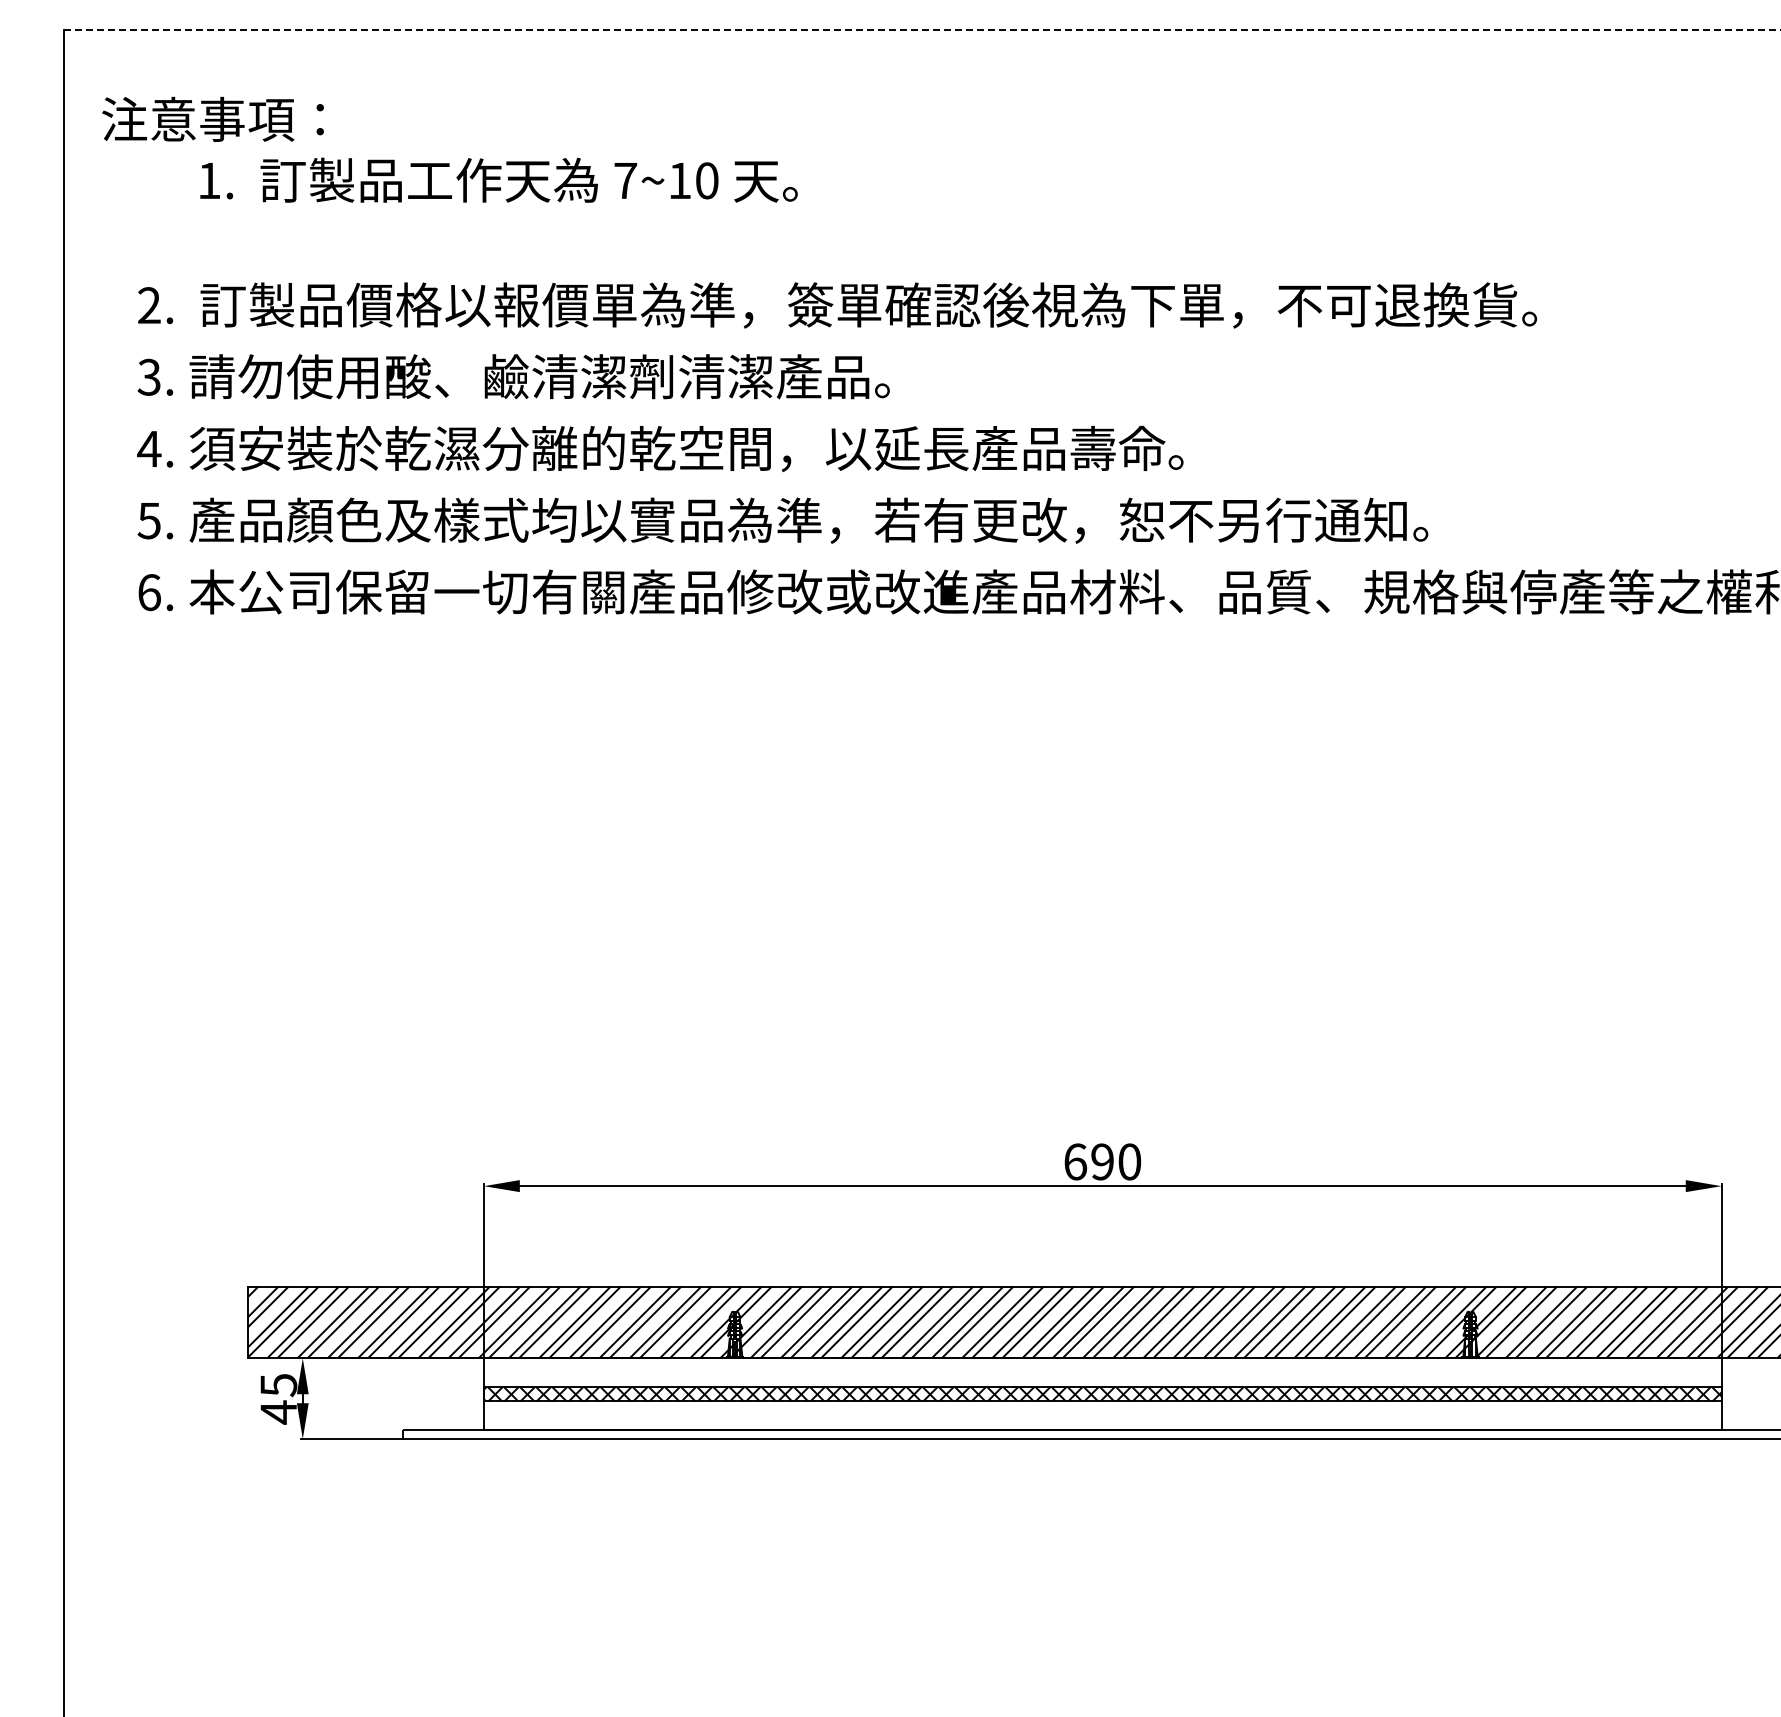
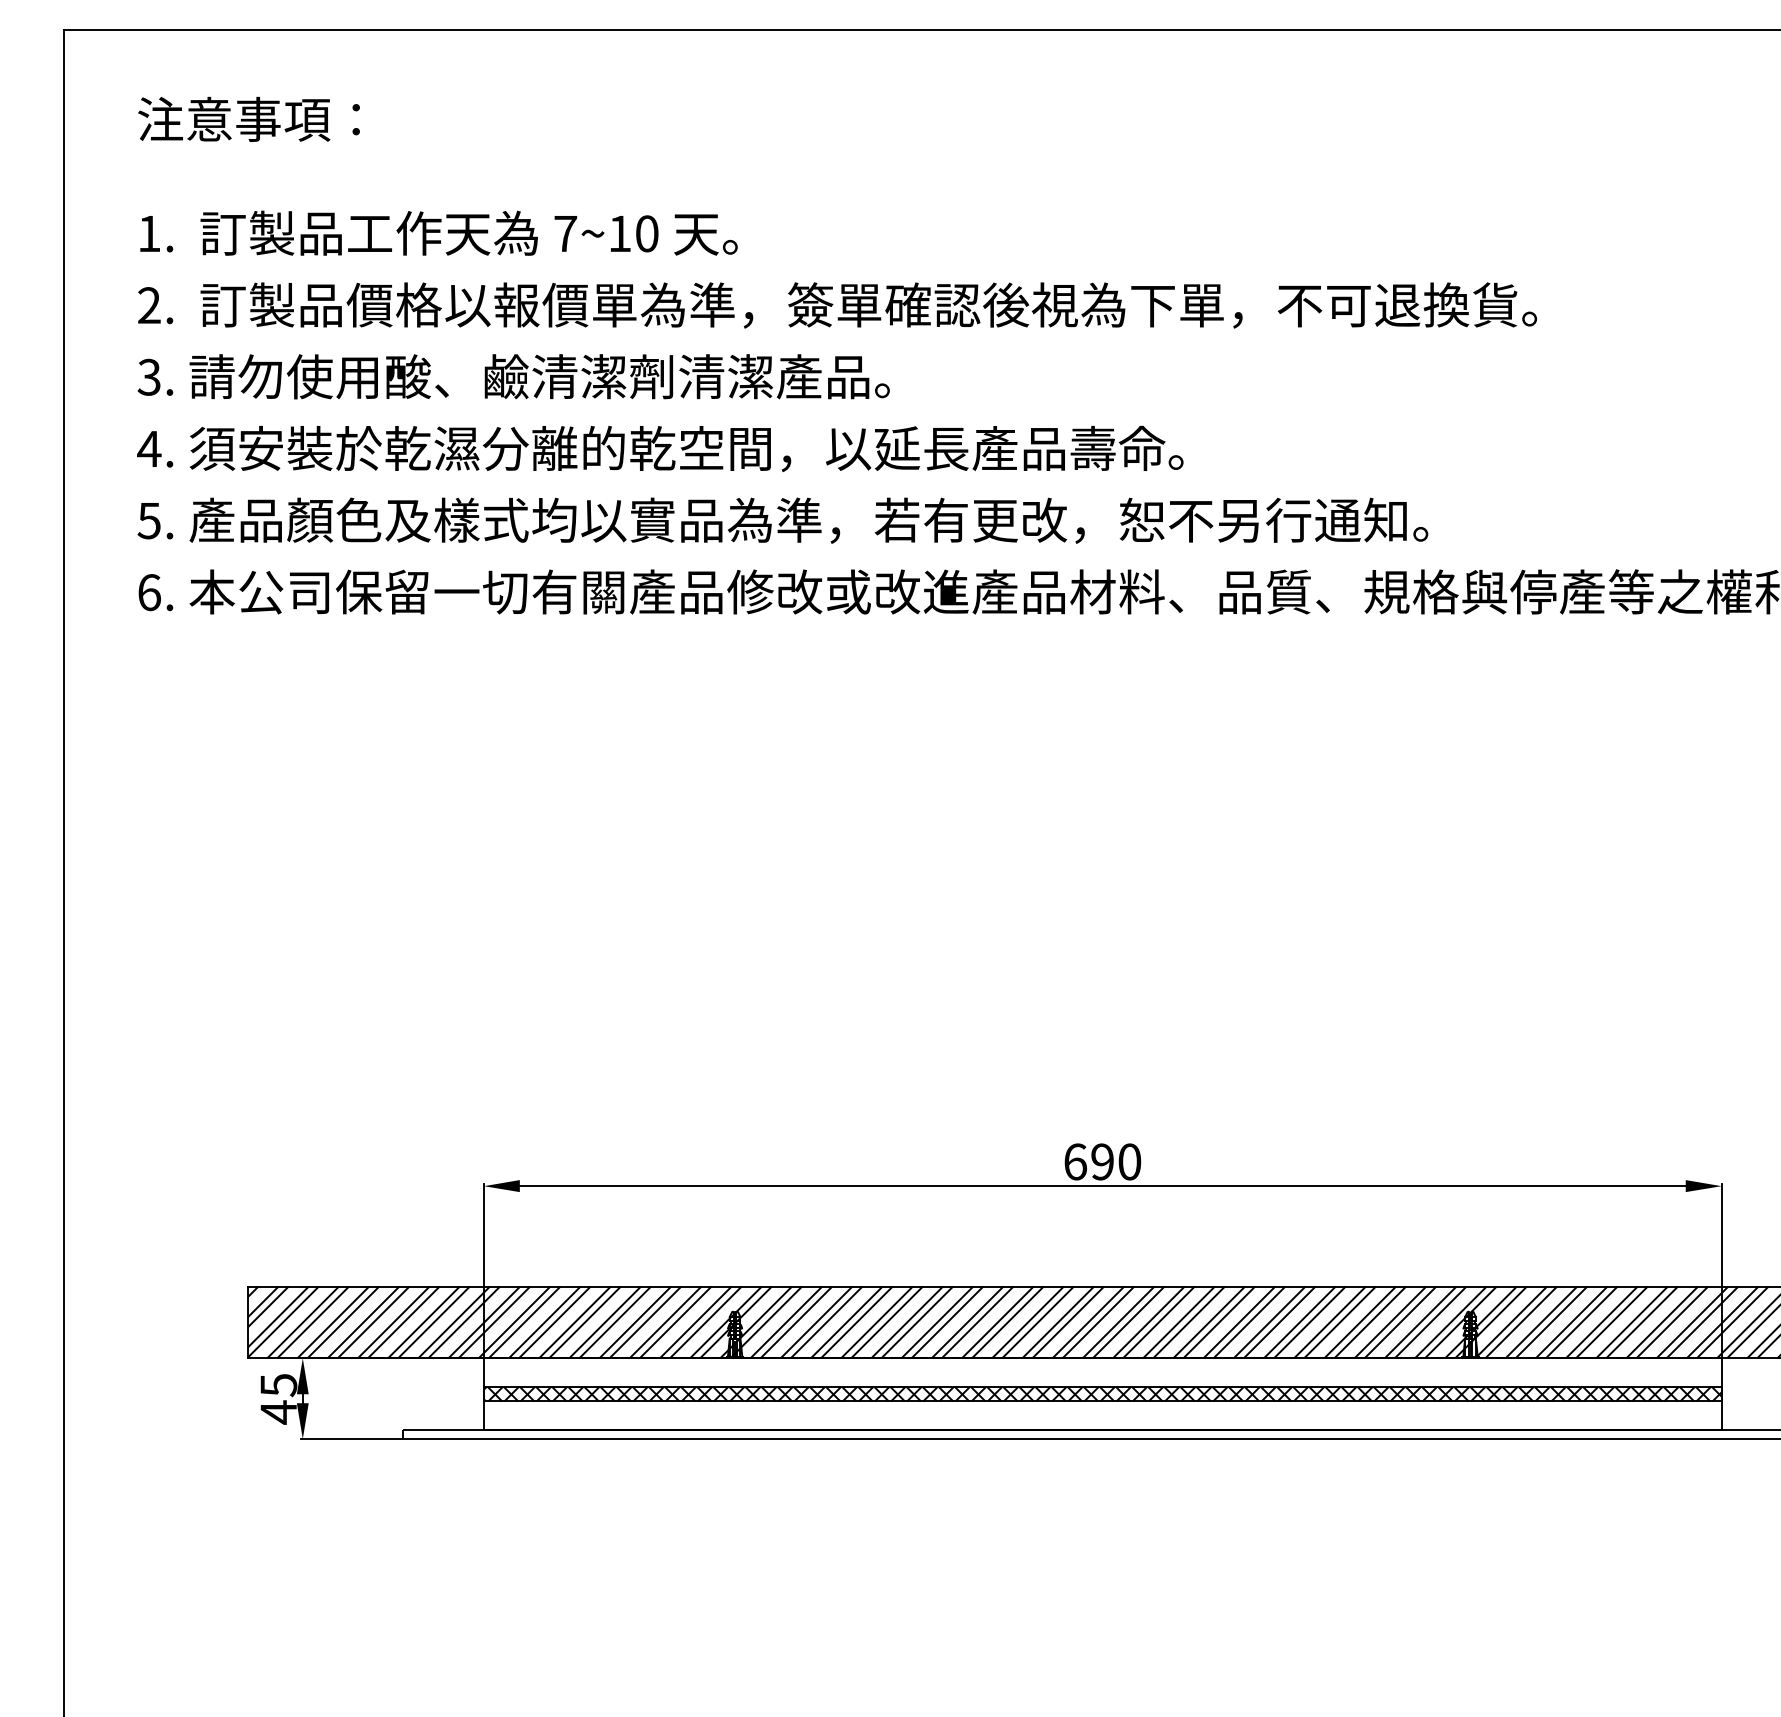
line at (923, 30): dashed -> solid
text at (212, 118) position: (212, 118) -> (248, 118)
text at (498, 179) position: (498, 179) -> (438, 232)
